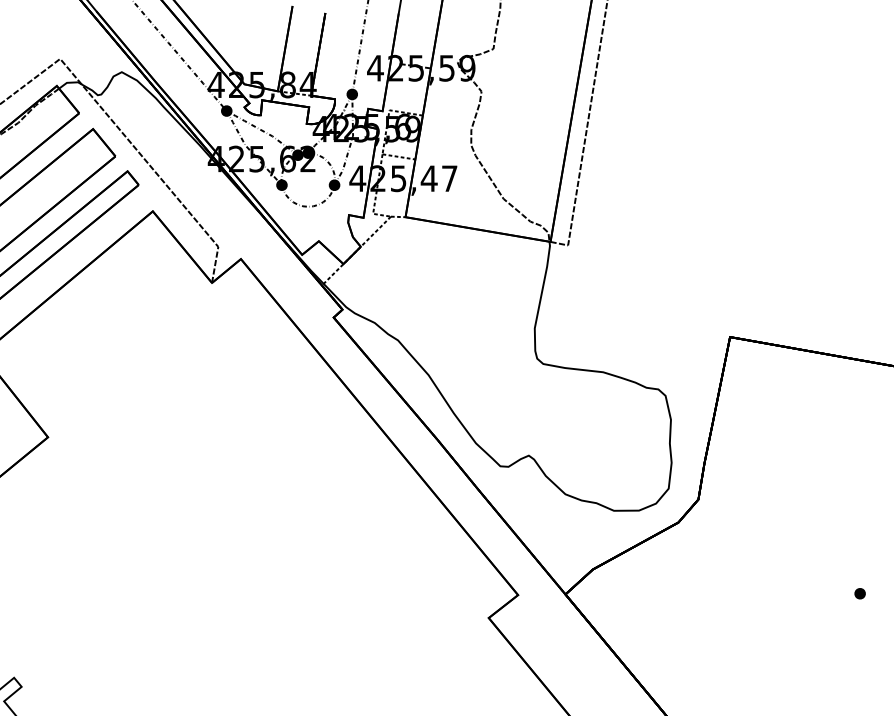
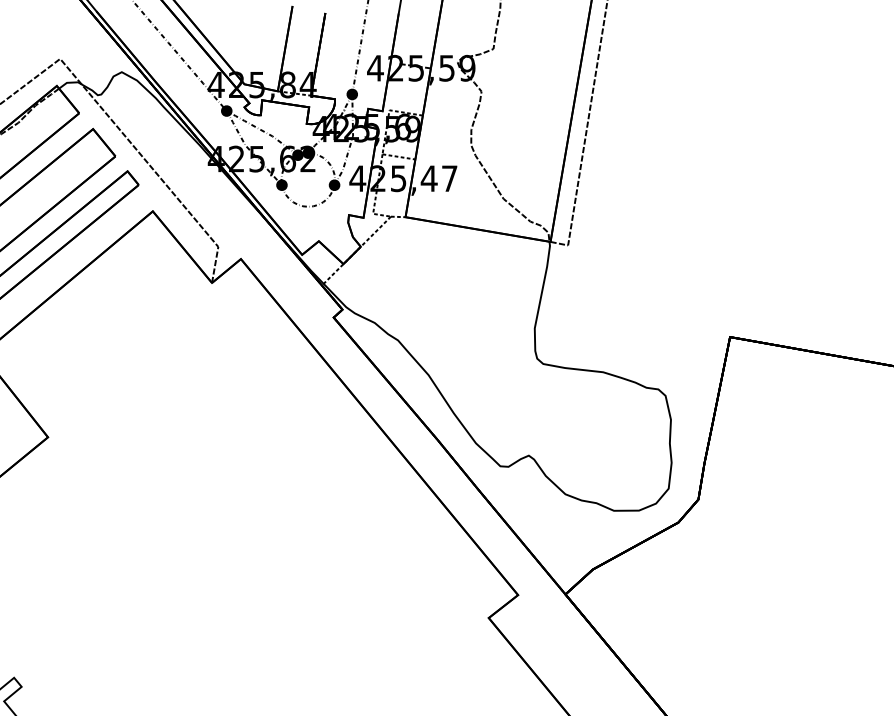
part at (859, 593): present -> none
